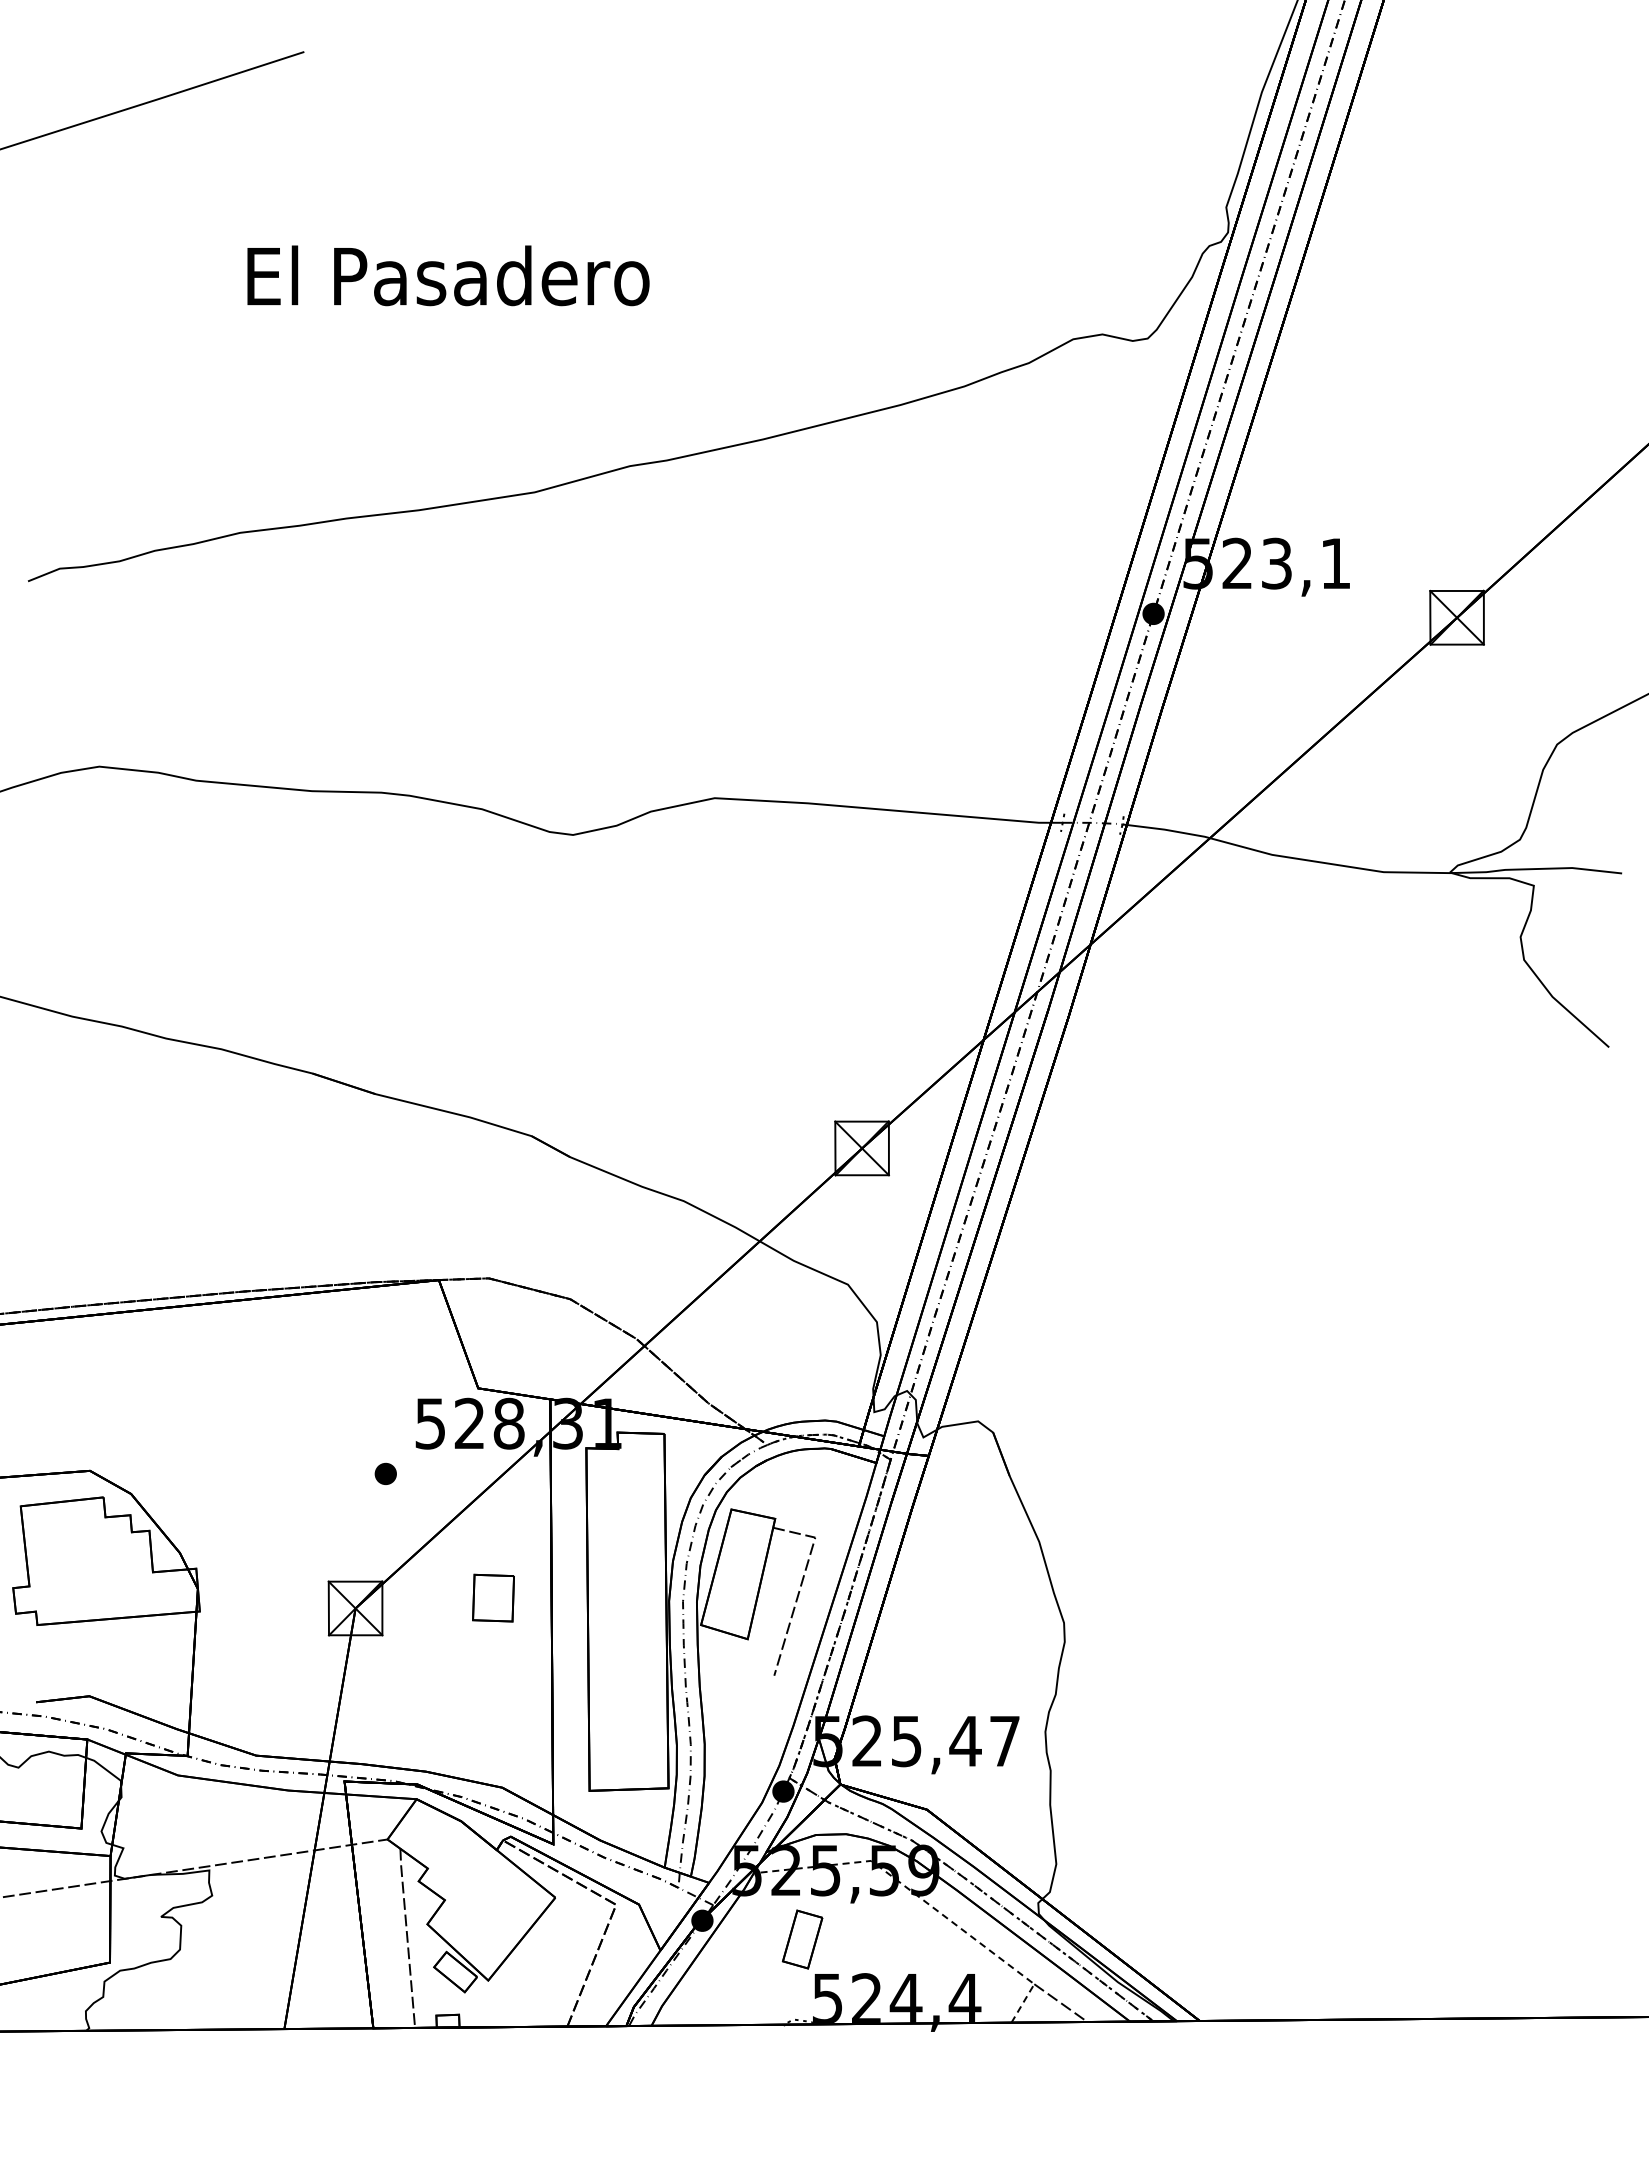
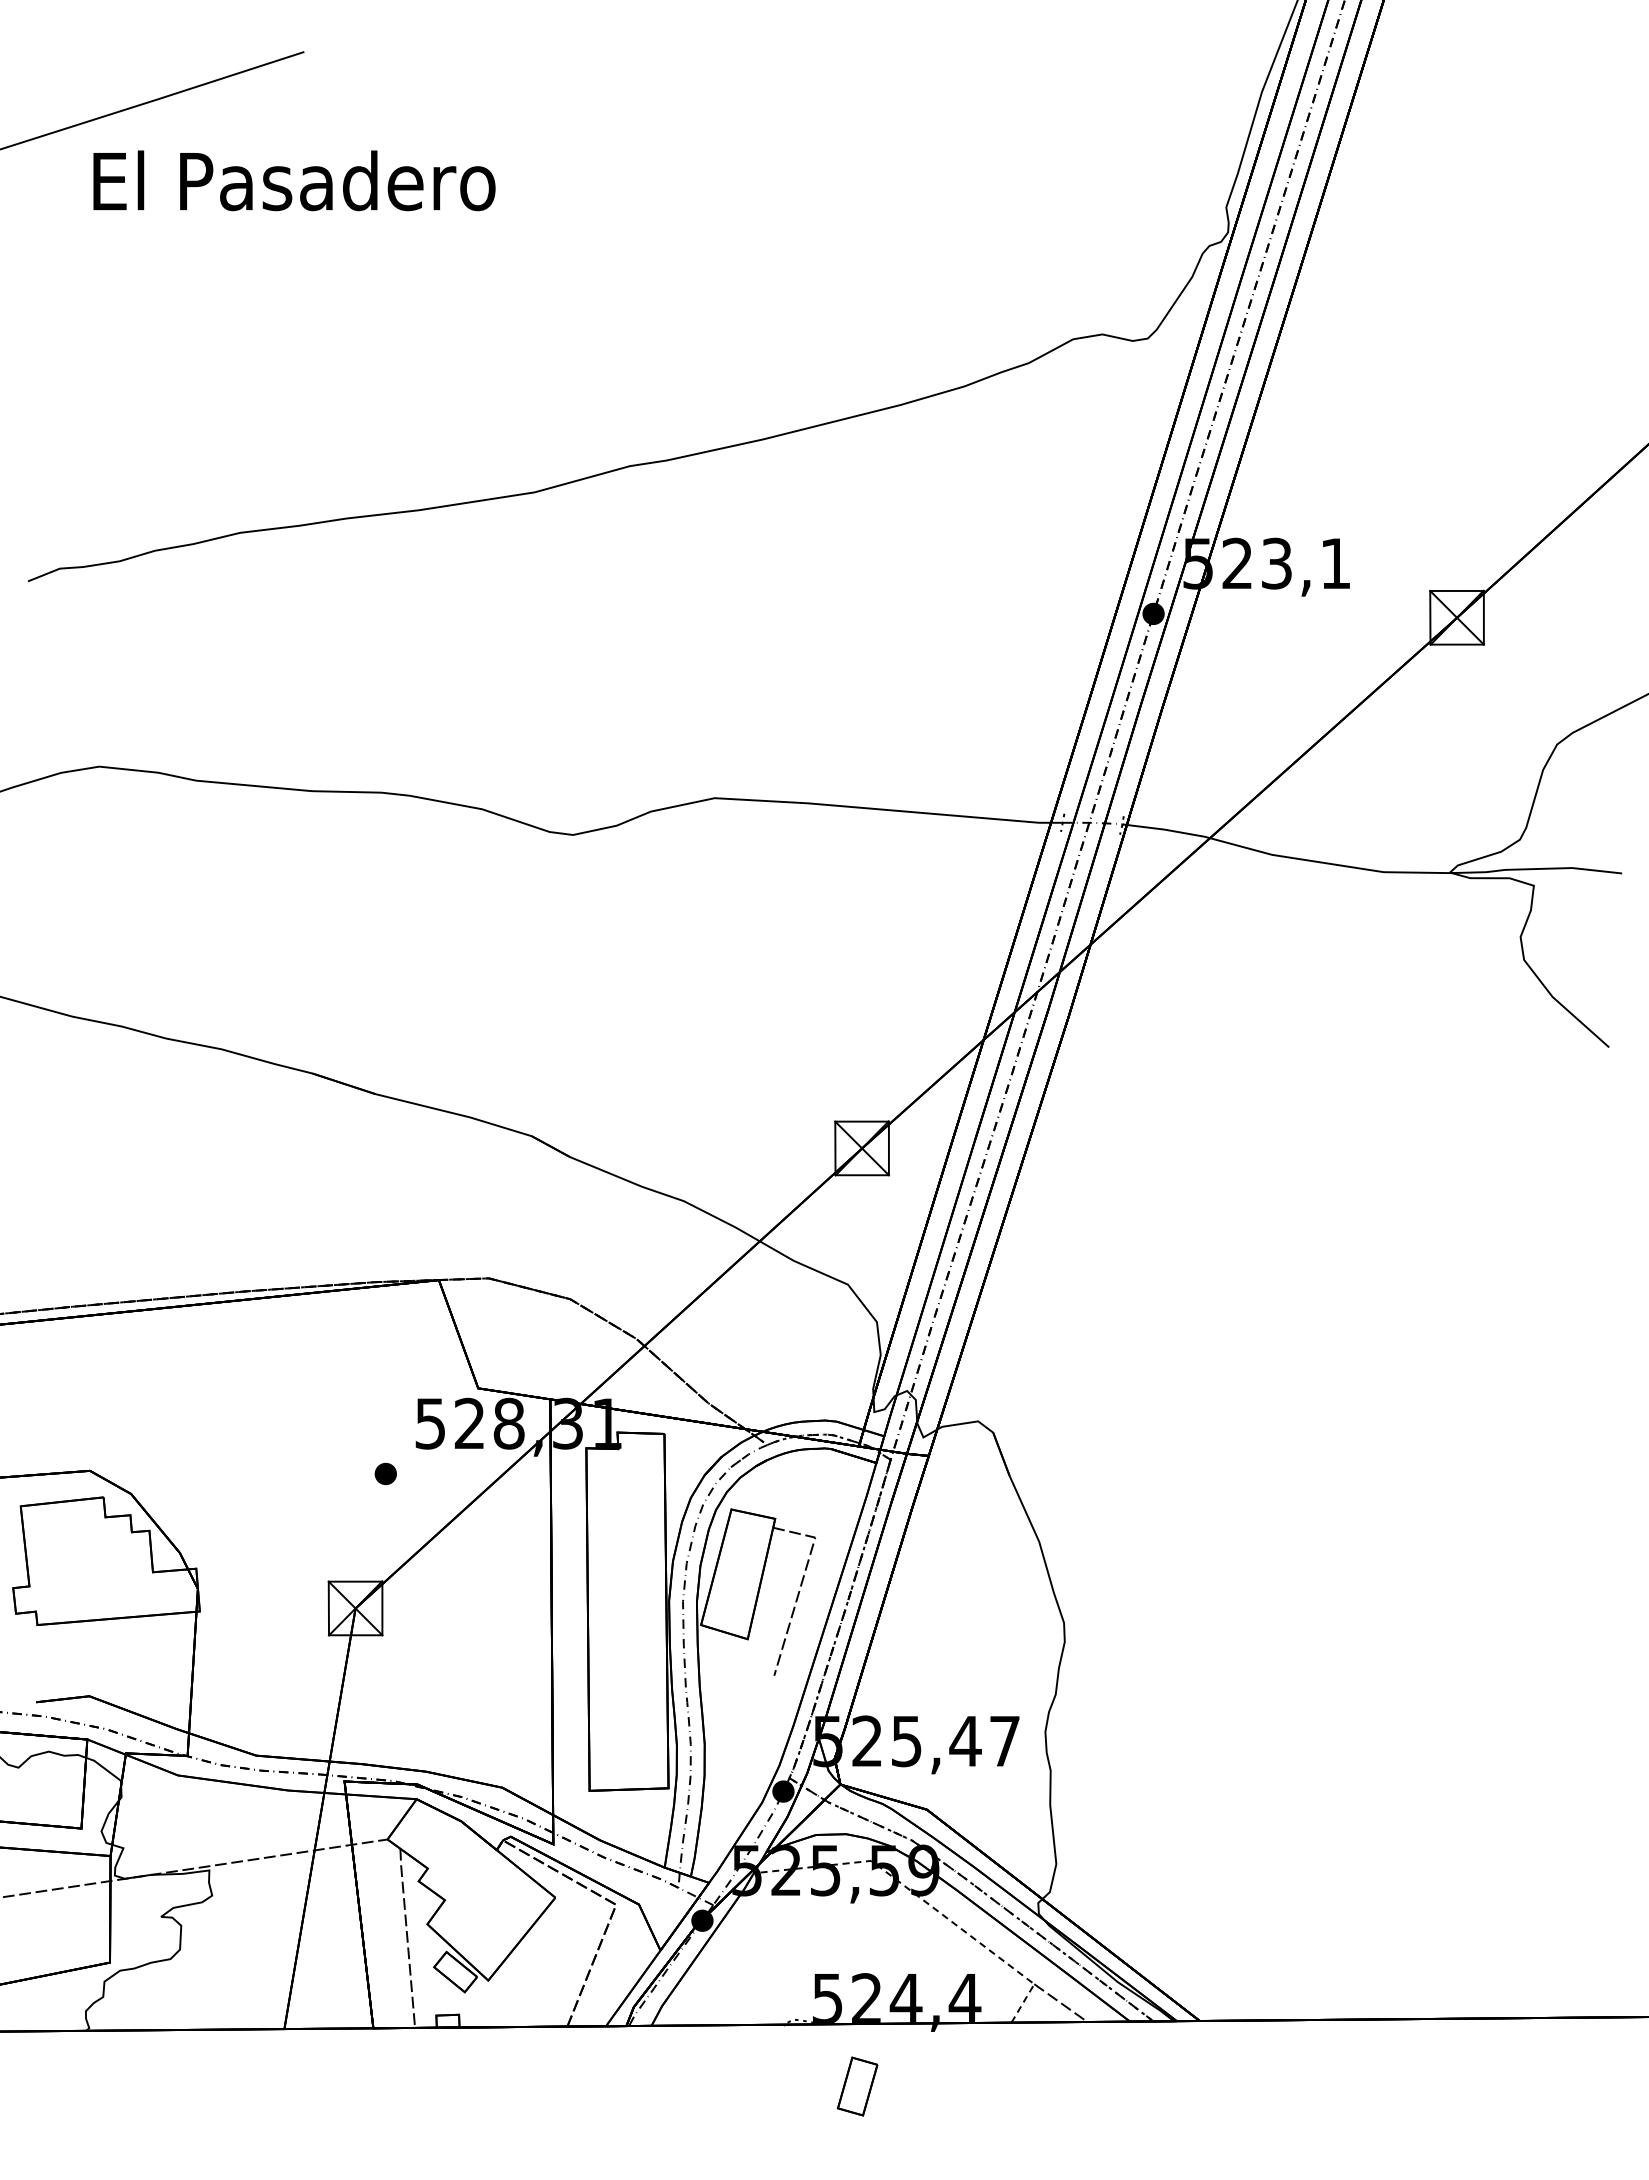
text at (448, 275) position: (448, 275) -> (294, 180)
part at (493, 1597): present -> none
part at (802, 1939) position: (802, 1939) -> (857, 2086)
